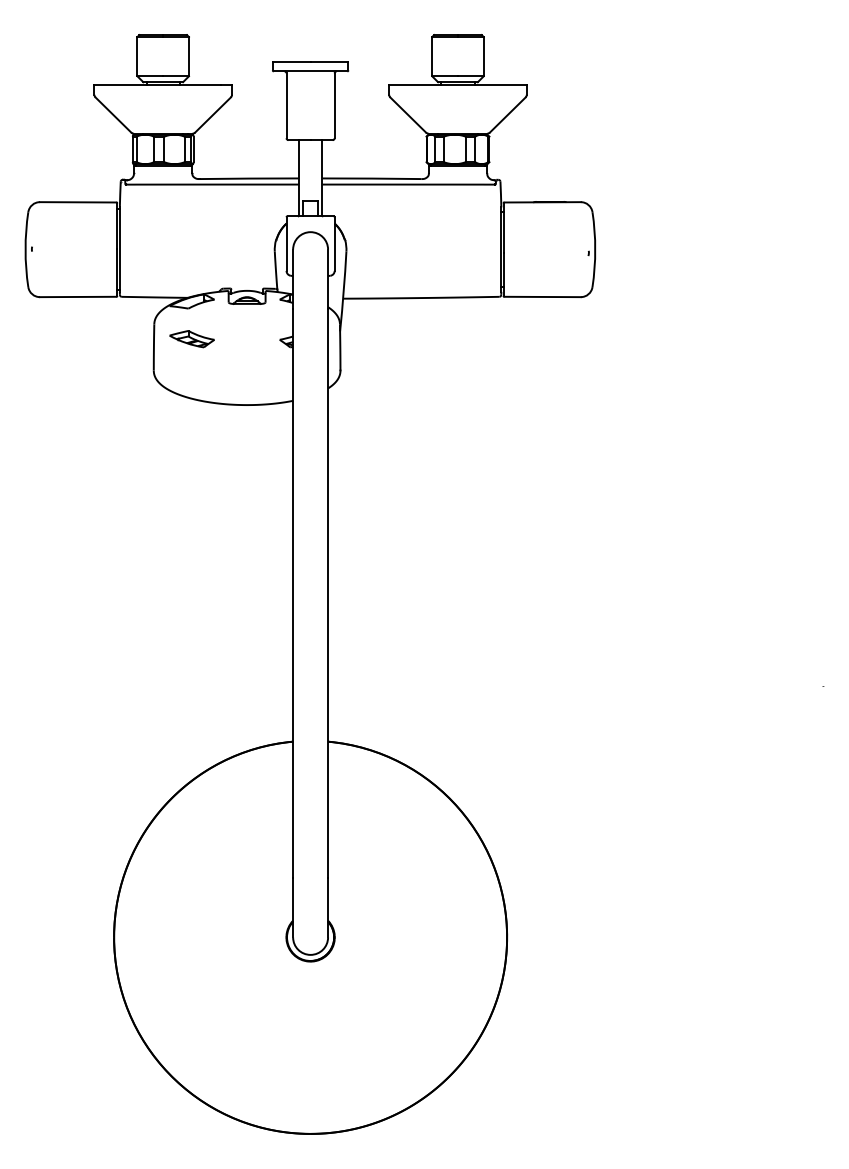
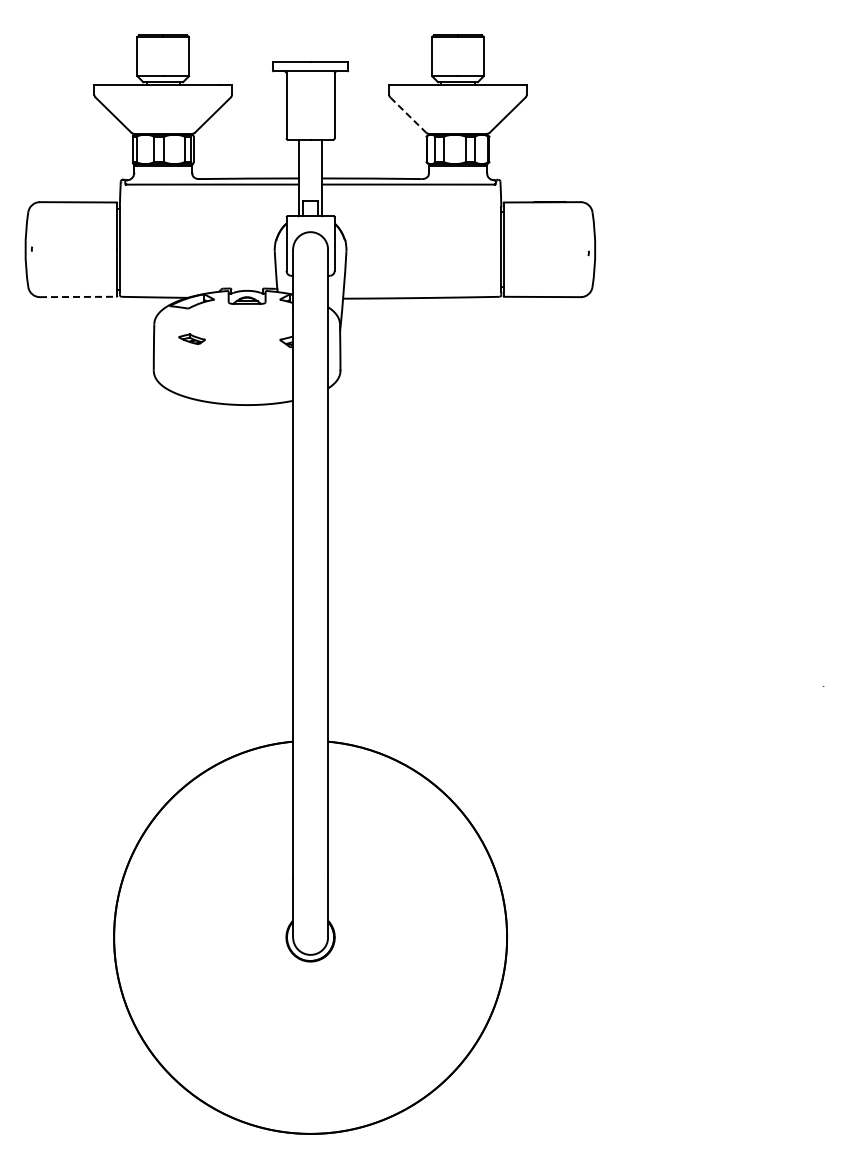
line at (408, 115): solid -> dashed
line at (78, 296): solid -> dashed
part at (191, 339) size: 46x19 px -> 28x12 px
